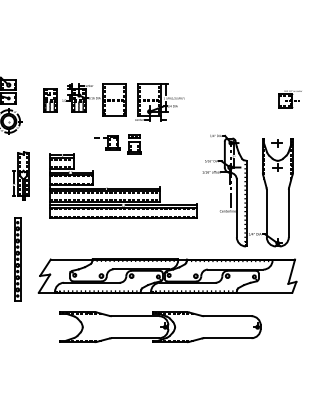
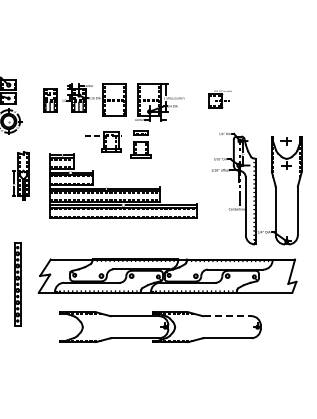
part at (289, 99) position: (289, 99) -> (219, 99)
part at (117, 144) size: 48x21 px -> 67x29 px
part at (247, 190) position: (247, 190) -> (256, 188)
part at (17, 259) position: (17, 259) -> (17, 284)
line at (227, 316): solid -> dashed
